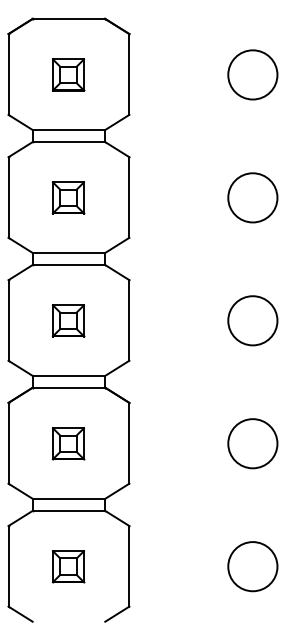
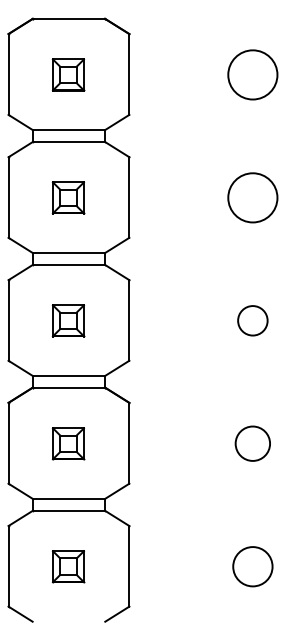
circle at (252, 320) diameter: 49 px -> 30 px
circle at (252, 443) diameter: 49 px -> 34 px
circle at (252, 566) size: 52x52 px -> 42x42 px
